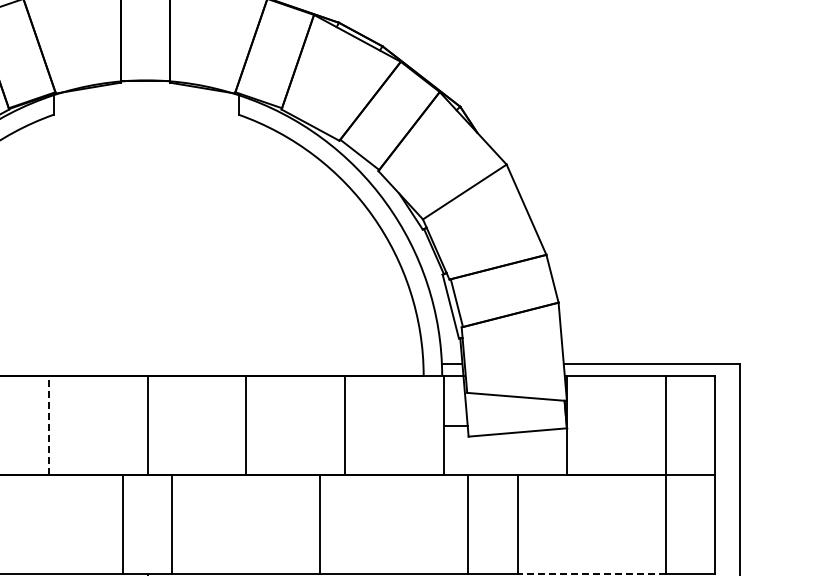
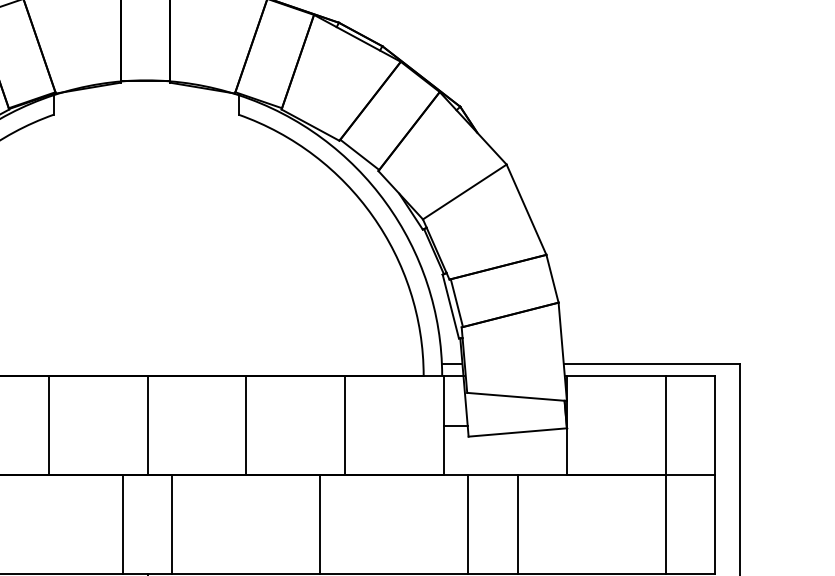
line at (49, 425): dashed -> solid
line at (591, 573): dashed -> solid
